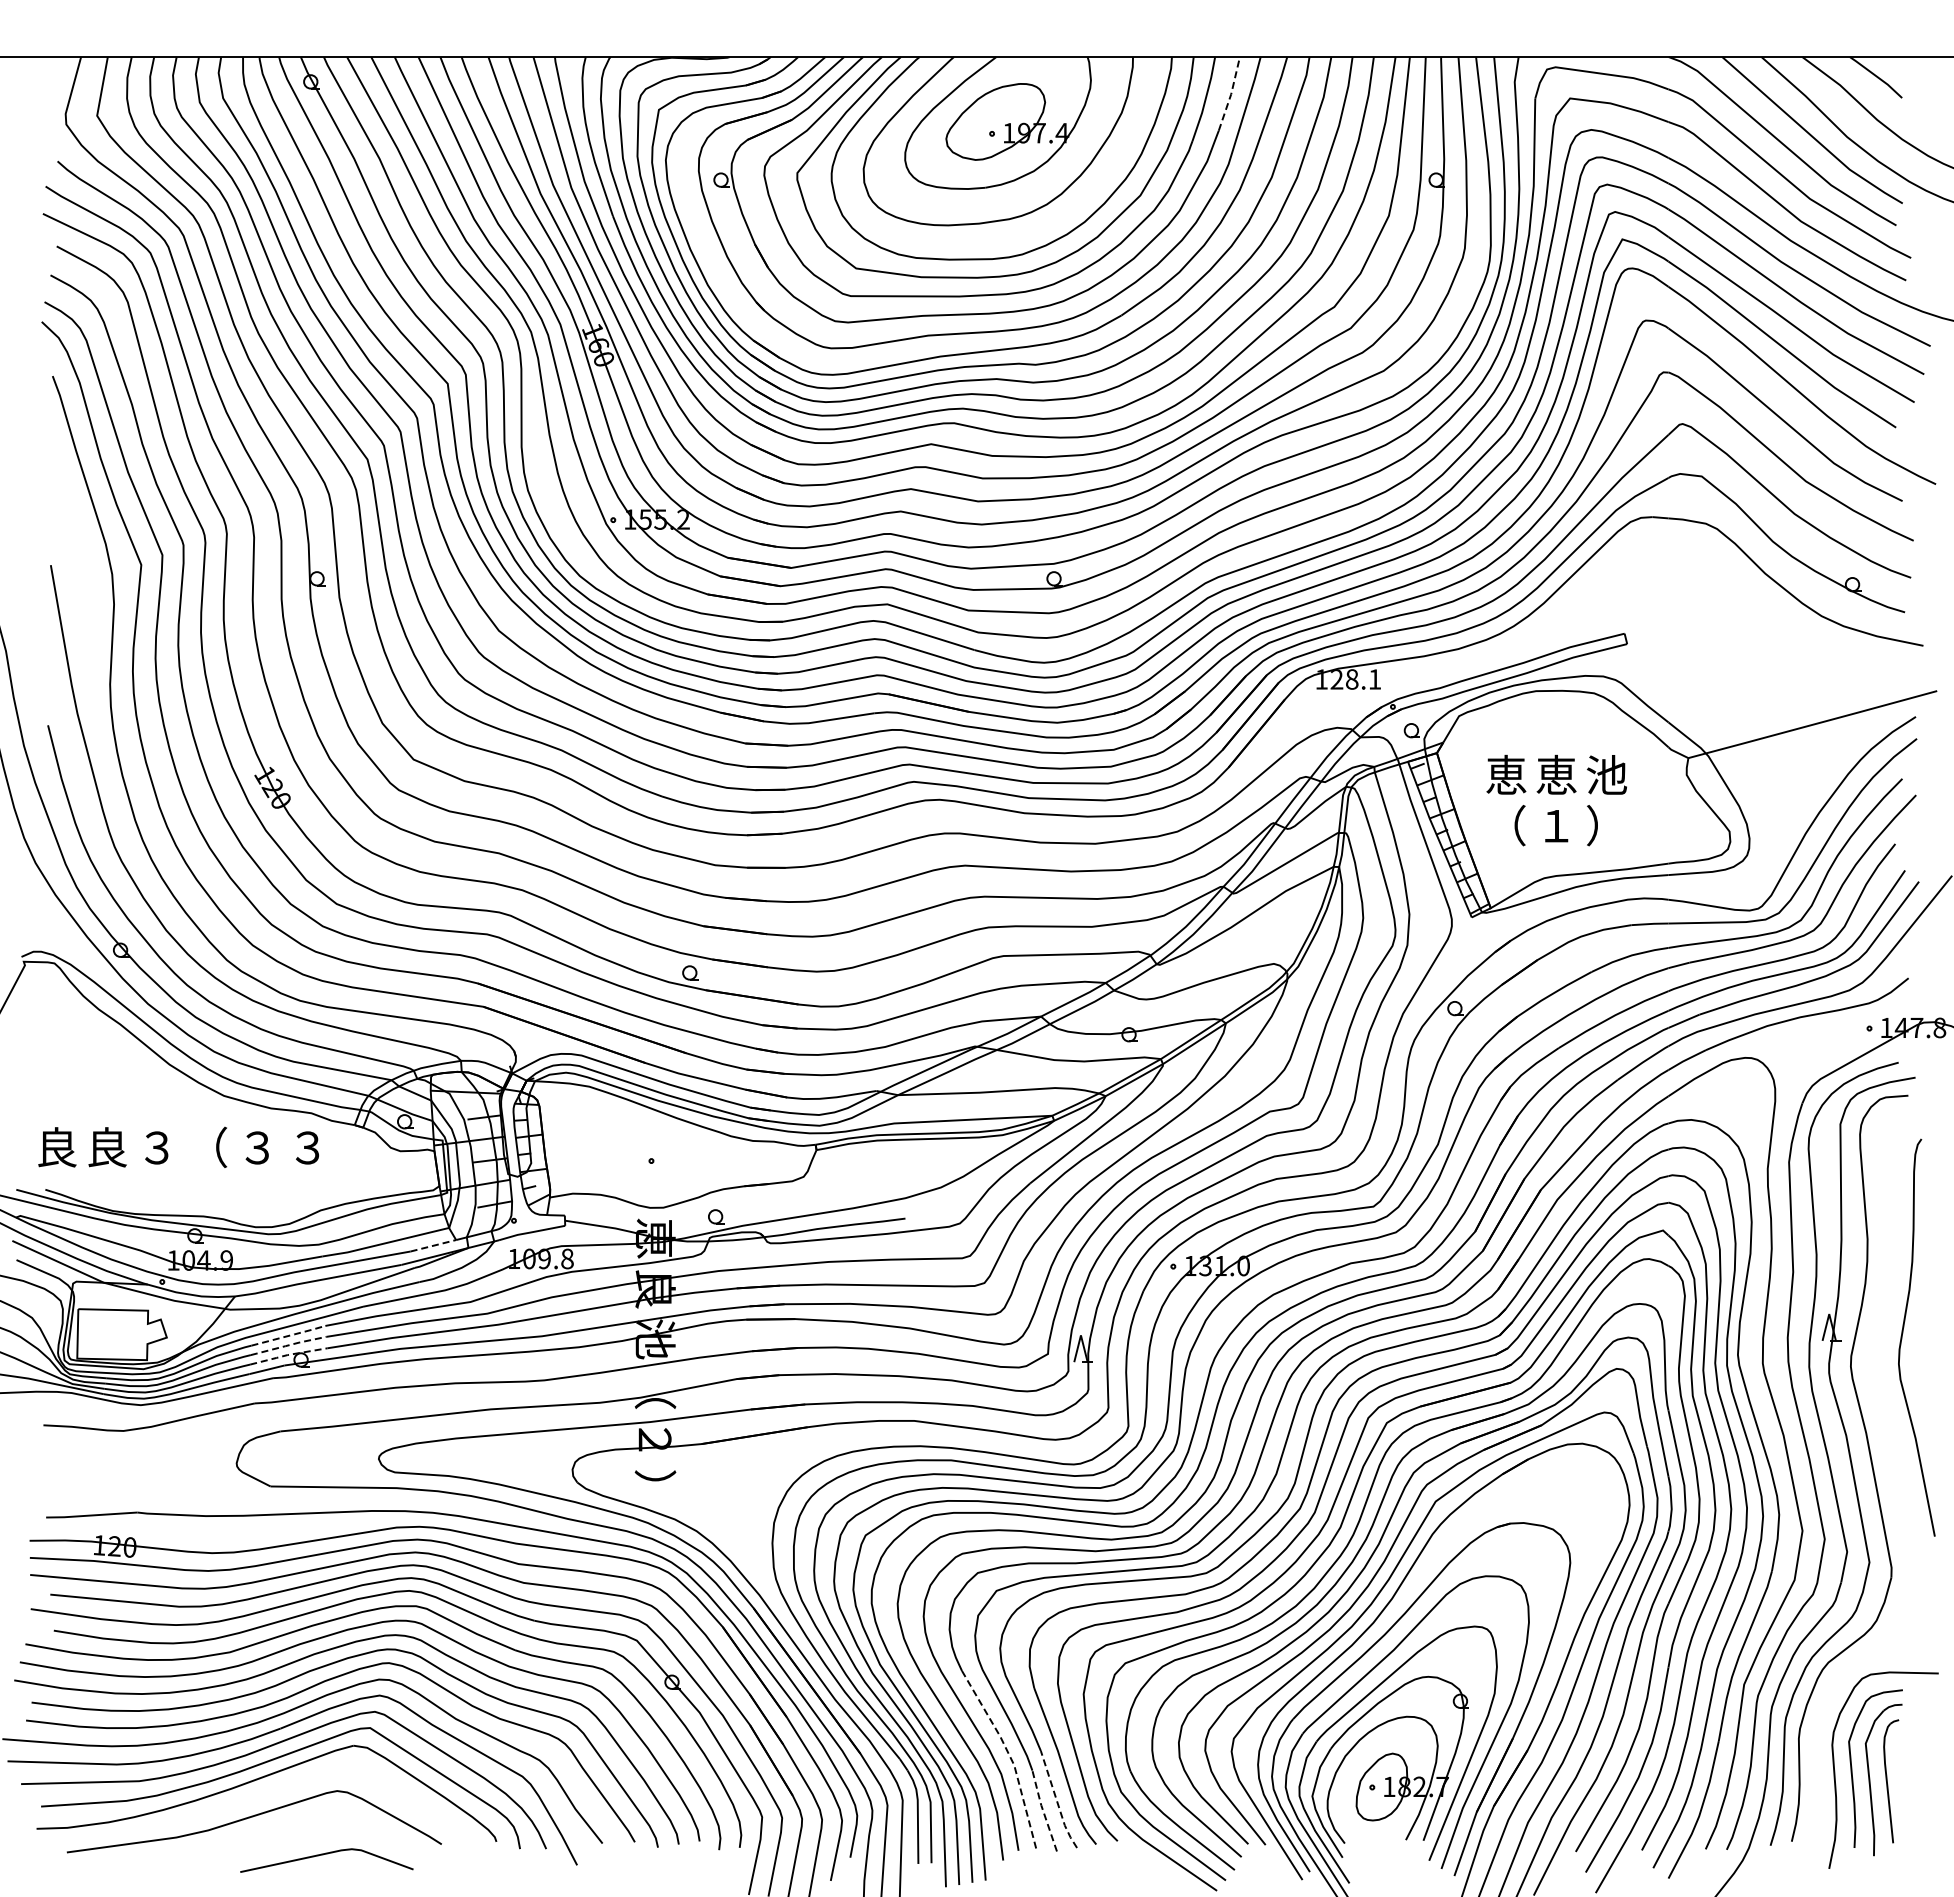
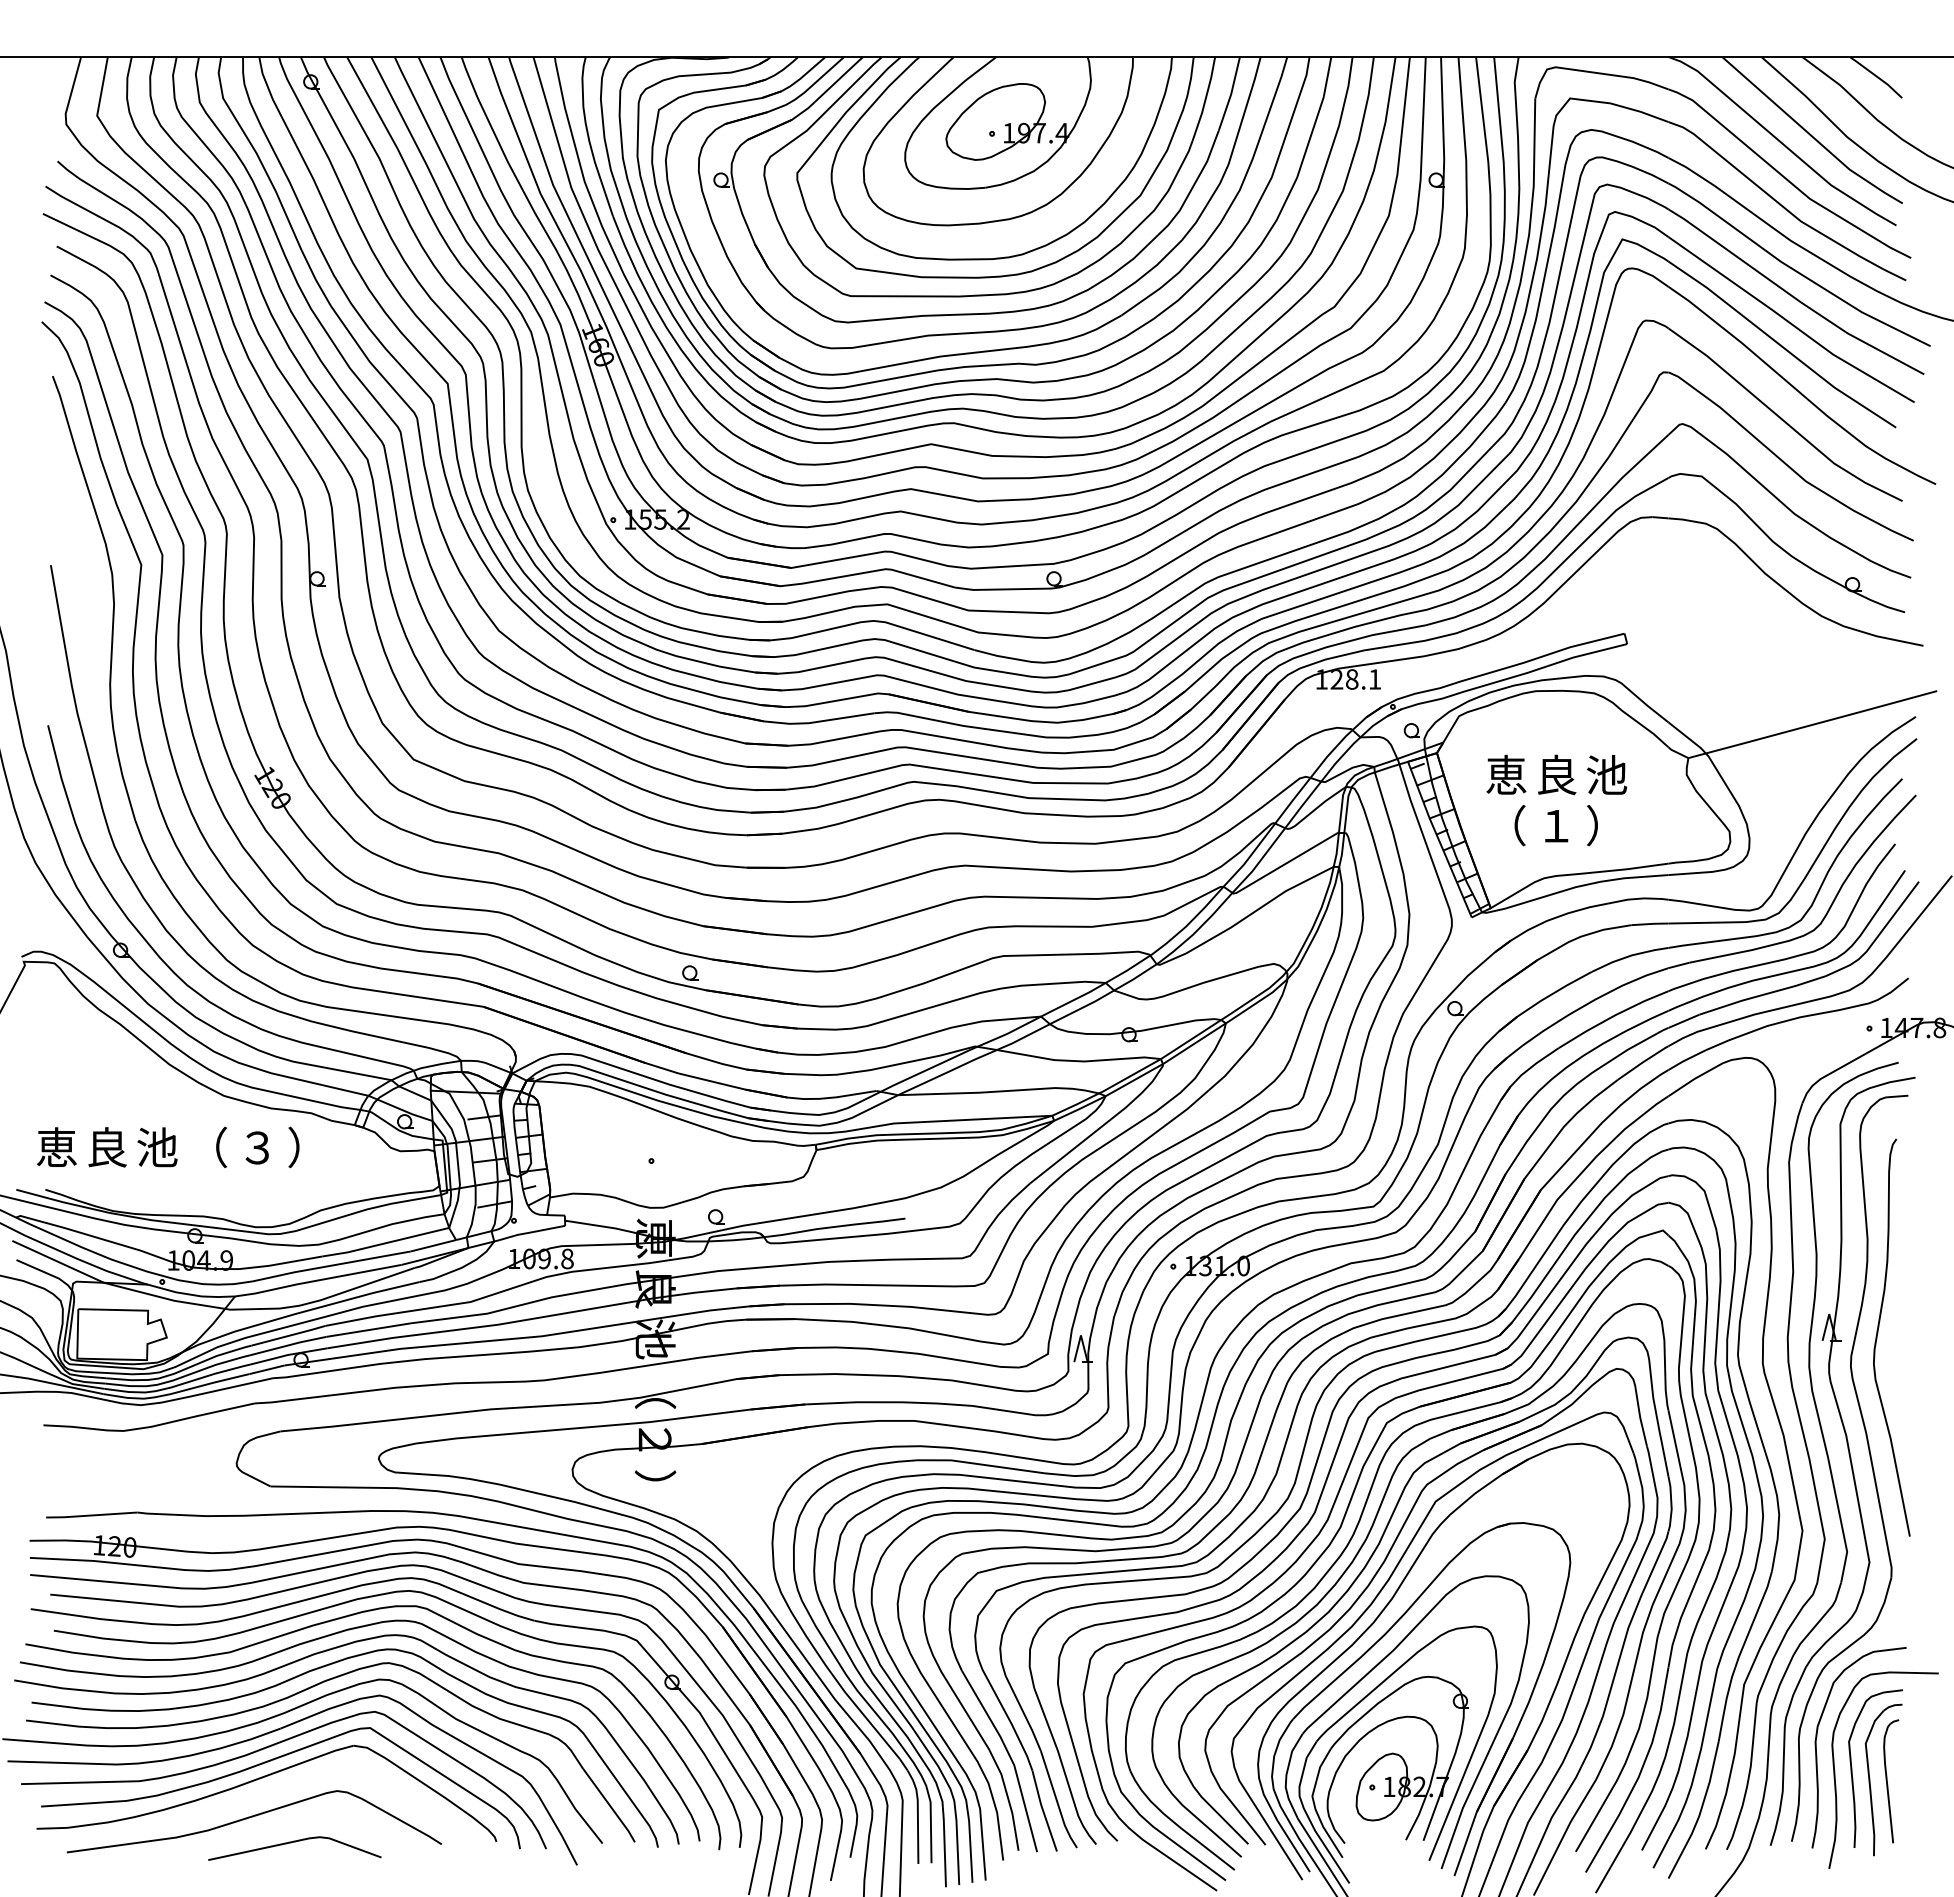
line at (1231, 94): dashed -> solid
text at (1556, 775): 恵 -> 良
text at (56, 1147): 良 -> 恵
text at (157, 1147): ３ -> 池
text at (303, 1147): ３ -> ）
line at (433, 1245): dashed -> solid
curve at (1903, 1333) position: (1903, 1333) -> (1878, 1333)
line at (289, 1335): dashed -> solid
line at (288, 1345): dashed -> solid
line at (287, 1355): dashed -> solid
curve at (1817, 1754): none -> present
line at (1010, 1757): dashed -> solid
line at (1057, 1801): dashed -> solid
line at (1042, 1810): dashed -> solid
line at (323, 1855) position: (323, 1855) -> (291, 1843)
